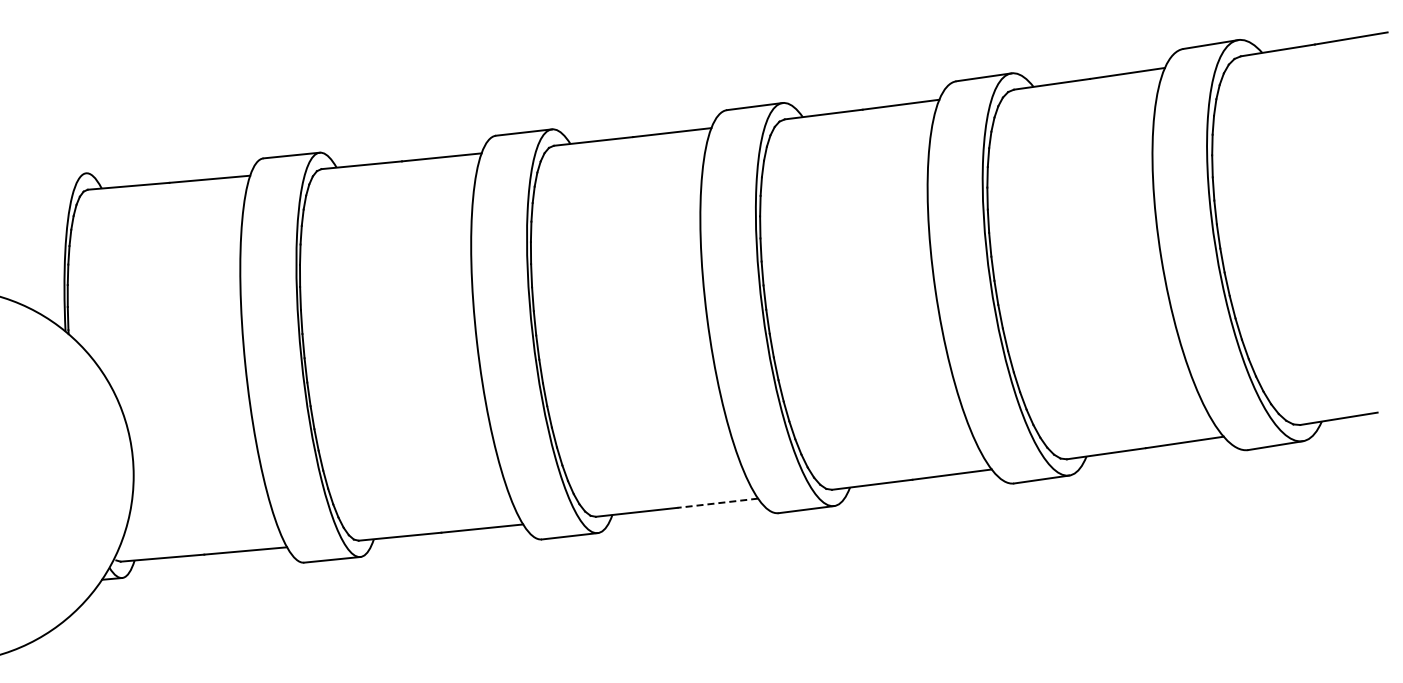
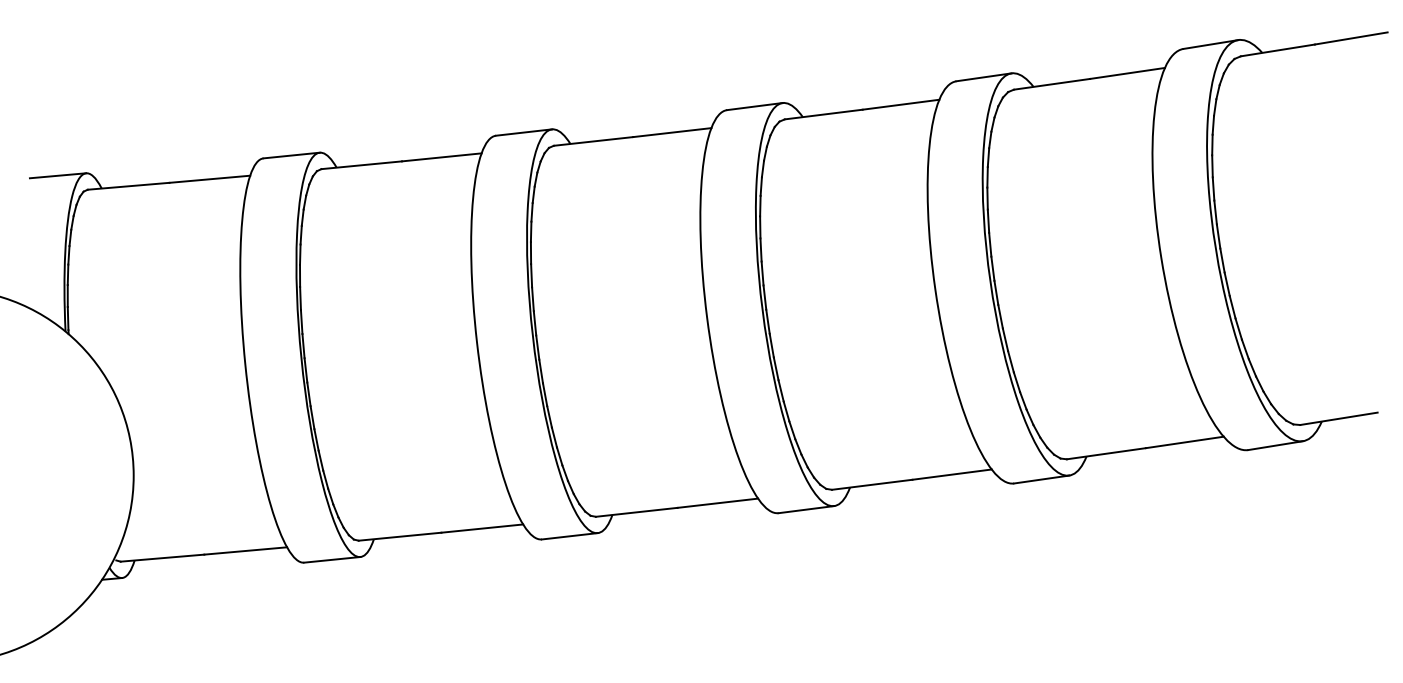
line at (57, 175): none -> present
line at (717, 503): dashed -> solid
